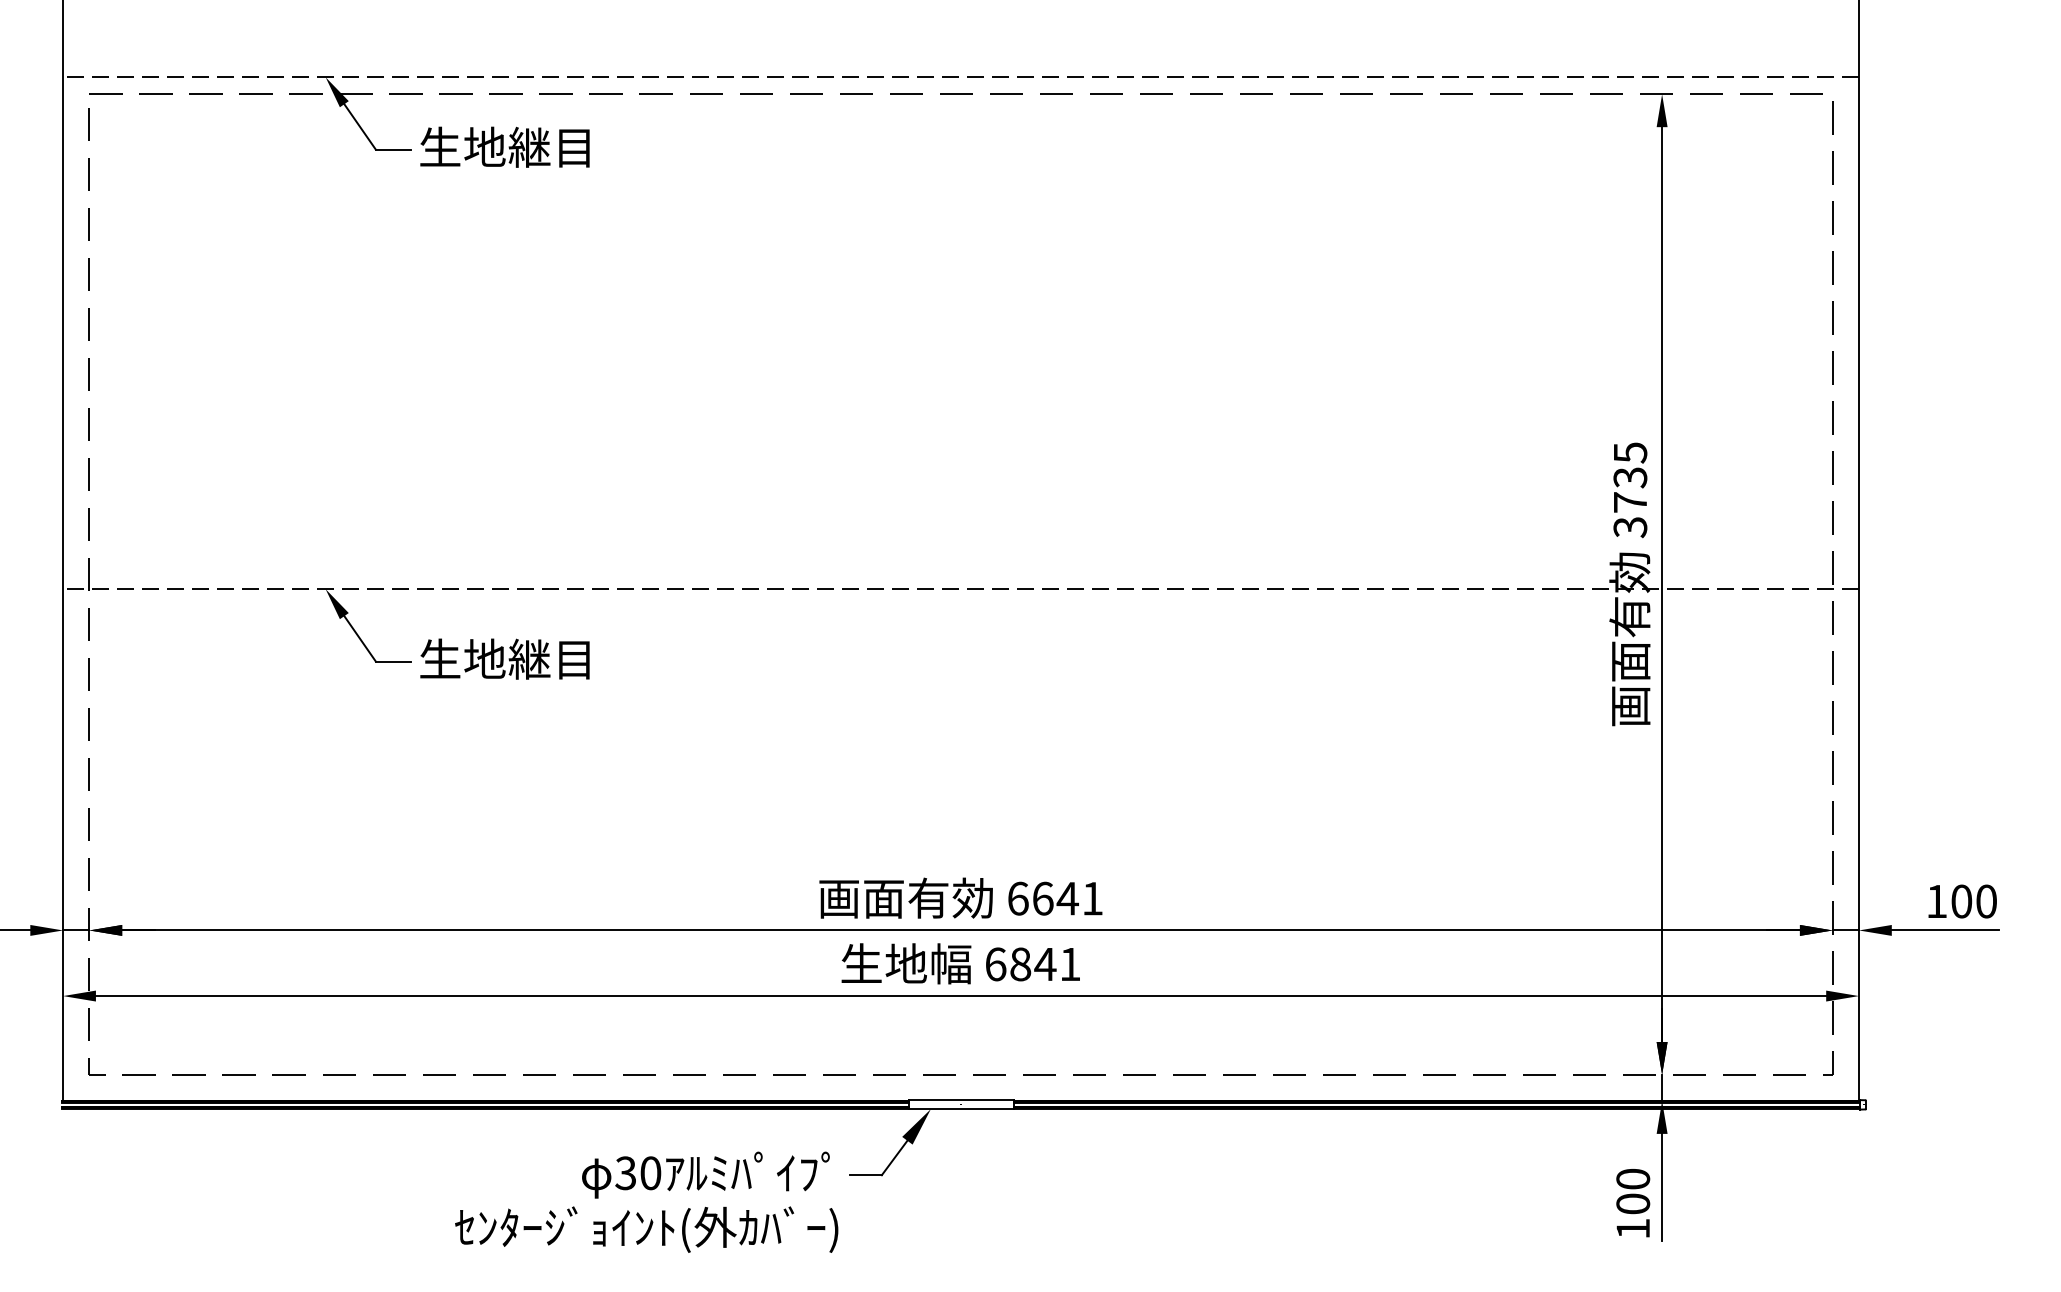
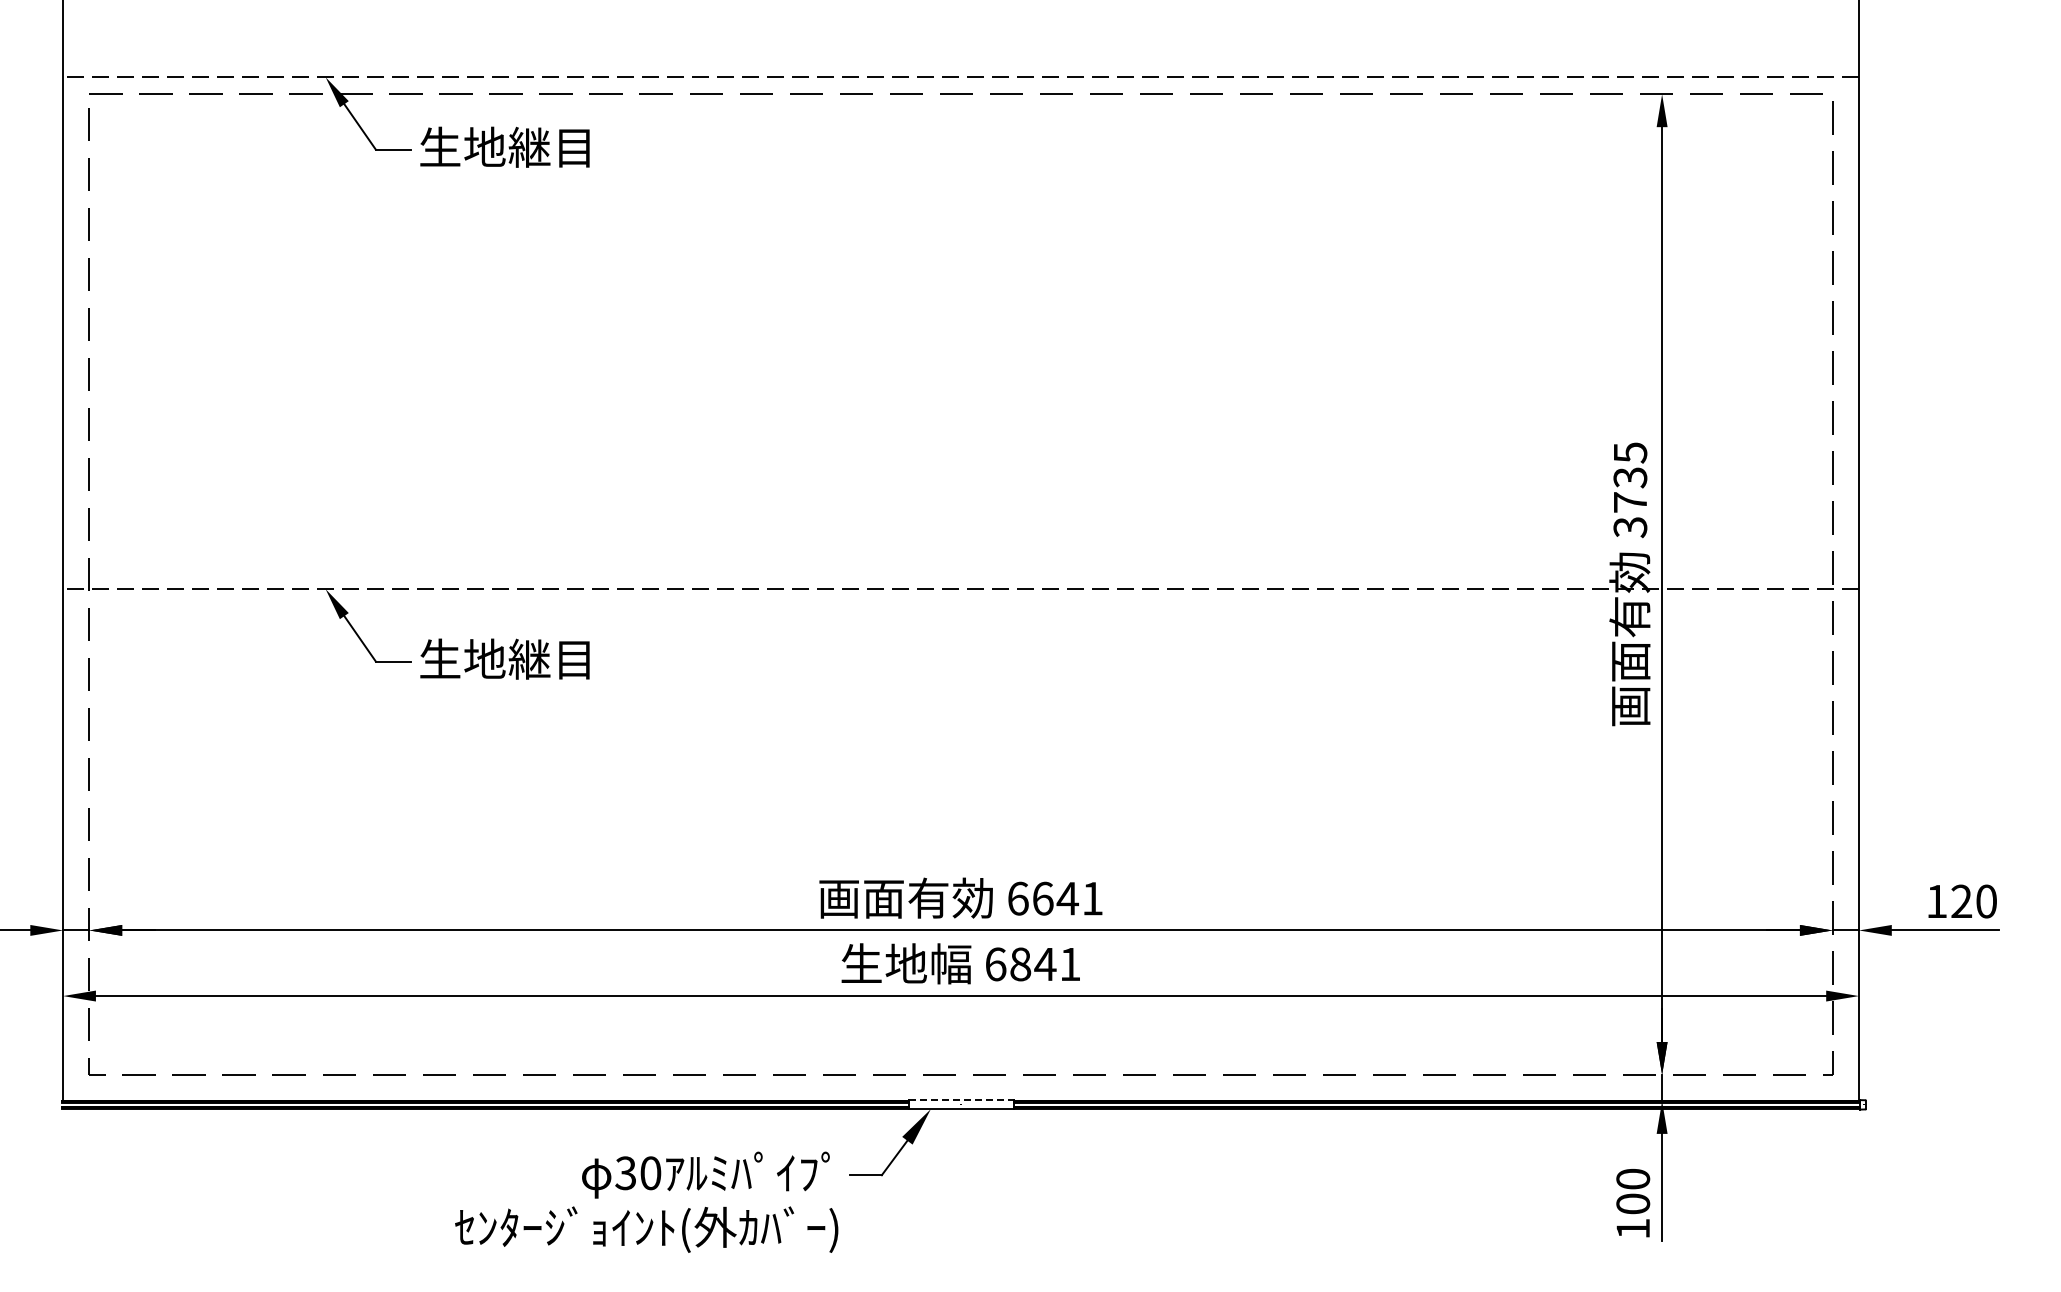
text at (1961, 901): 100 -> 120
line at (961, 1100): solid -> dashed
